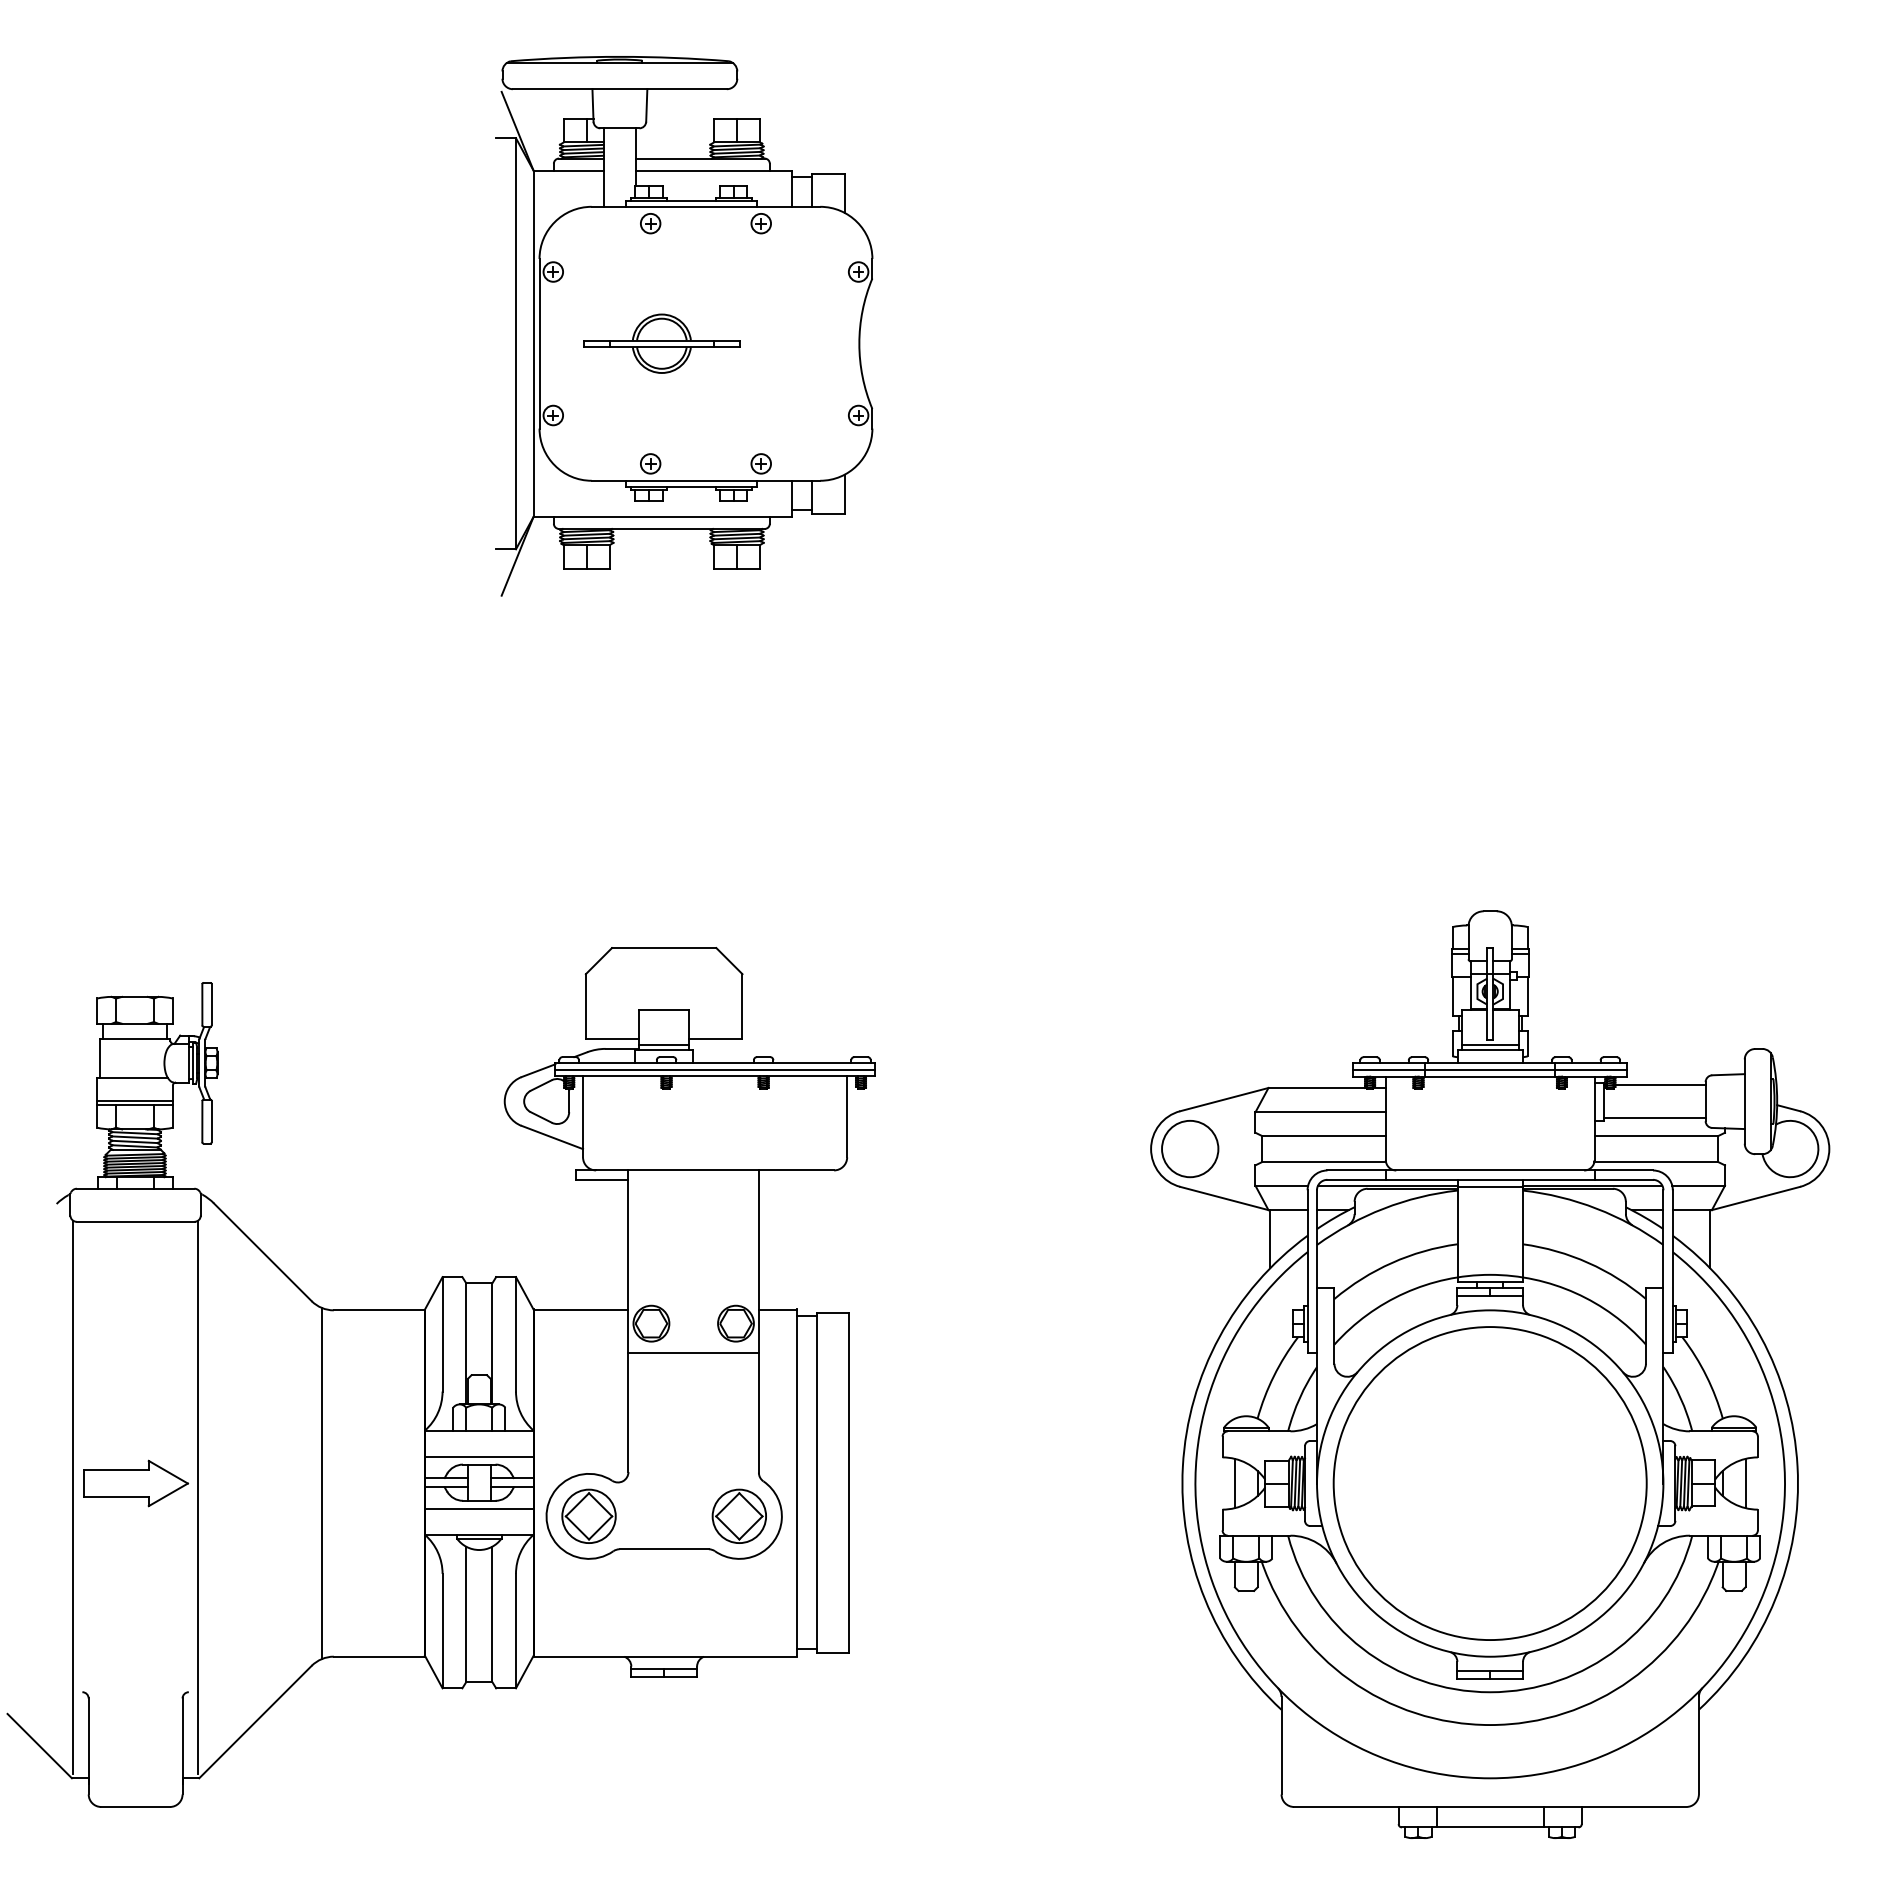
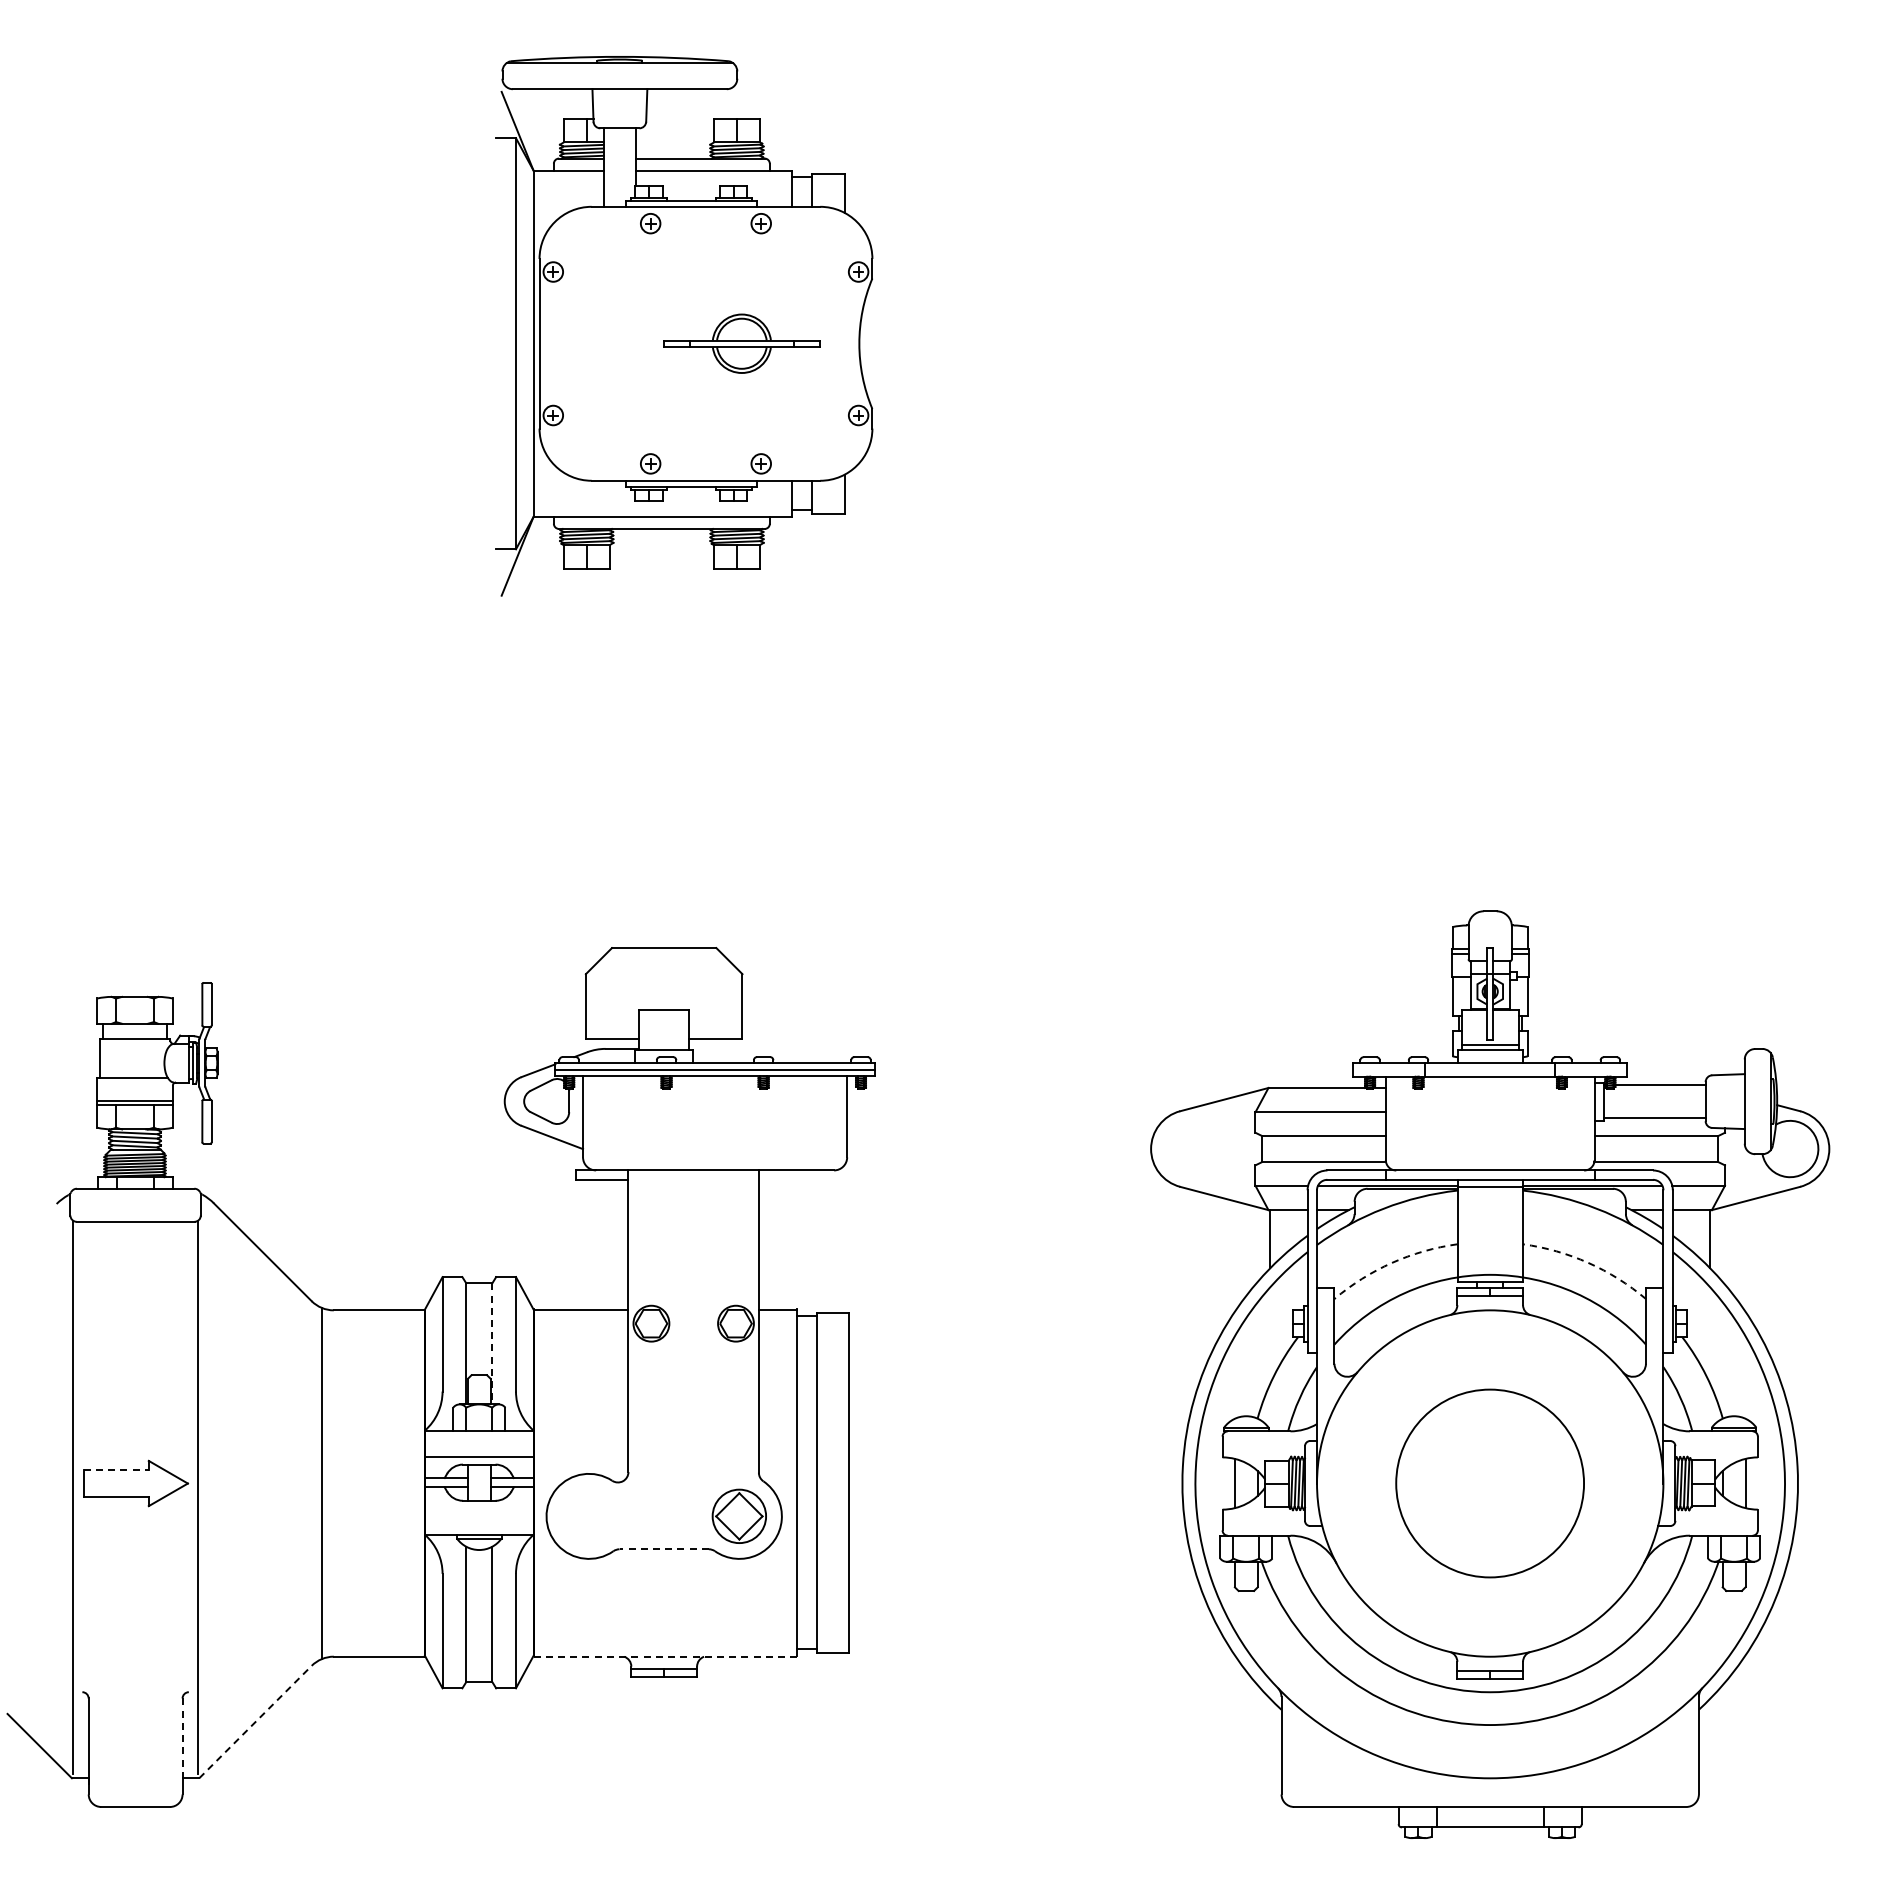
part at (661, 343) position: (661, 343) -> (741, 343)
line at (664, 1044): present -> none
line at (1490, 1069): present -> none
circle at (1190, 1149): present -> none
arc at (1392, 1262): solid -> dashed
arc at (1588, 1262): solid -> dashed
line at (492, 1343): solid -> dashed
line at (693, 1353): present -> none
line at (116, 1470): solid -> dashed
circle at (1489, 1483) size: 316x315 px -> 190x191 px
line at (479, 1508): present -> none
part at (588, 1515): present -> none
line at (664, 1549): solid -> dashed
line at (665, 1656): solid -> dashed
line at (255, 1721): solid -> dashed
line at (182, 1740): solid -> dashed
